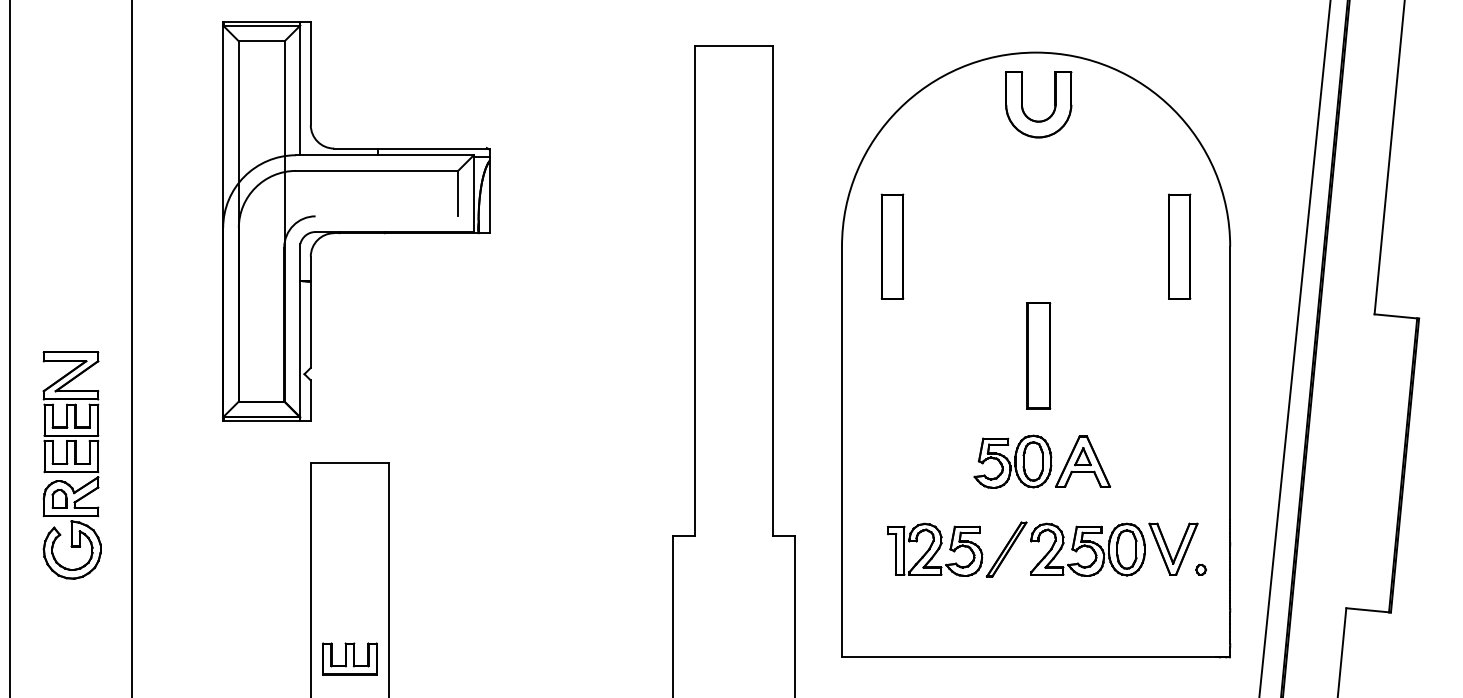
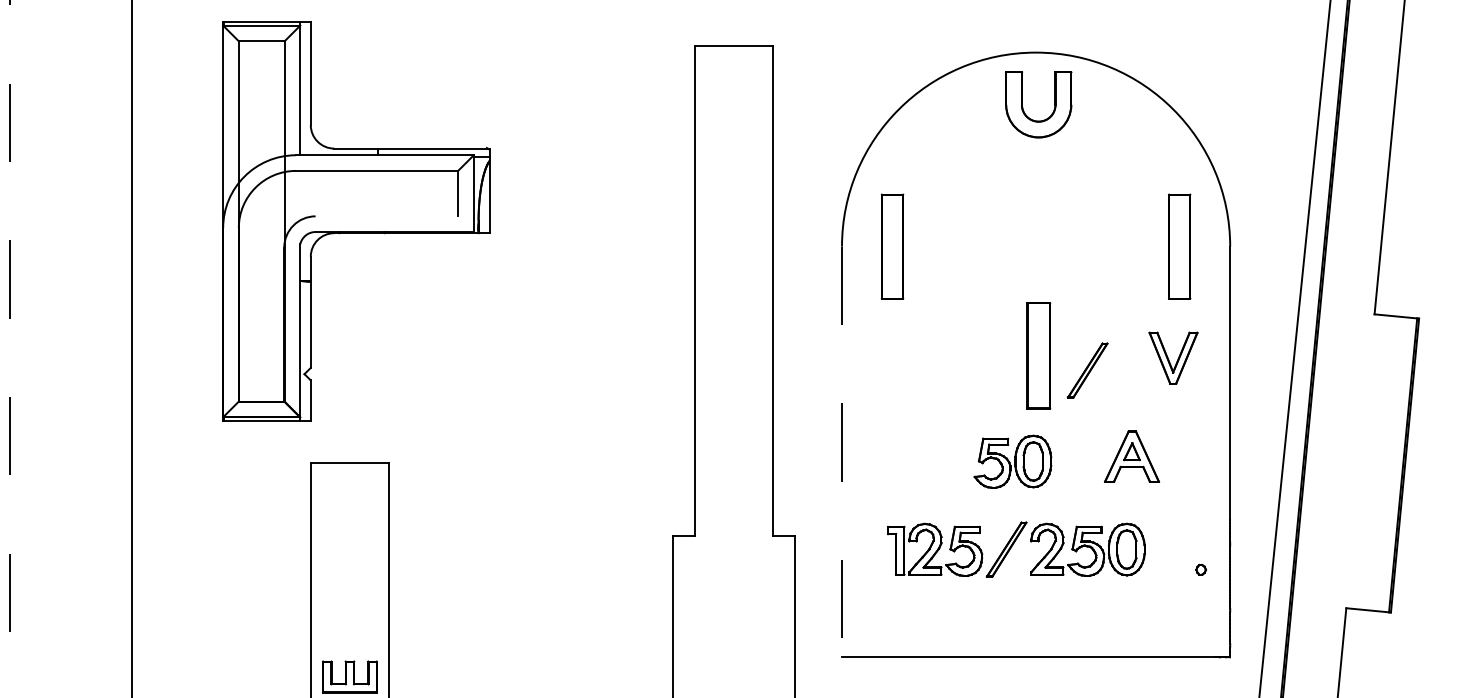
line at (10, 348): solid -> dashed
part at (1087, 370): none -> present
line at (842, 452): solid -> dashed
part at (1083, 461) position: (1083, 461) -> (1132, 456)
part at (71, 465): present -> none
part at (1173, 548) position: (1173, 548) -> (1173, 357)
part at (349, 658) position: (349, 658) -> (349, 676)
